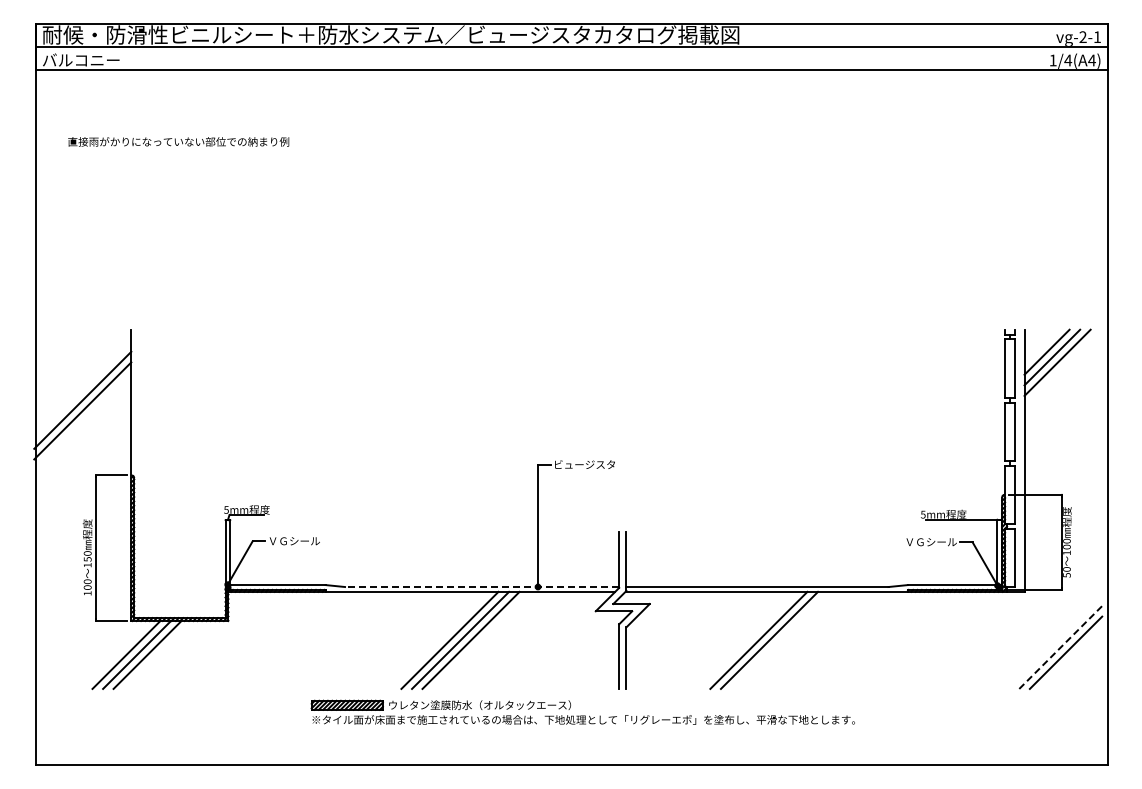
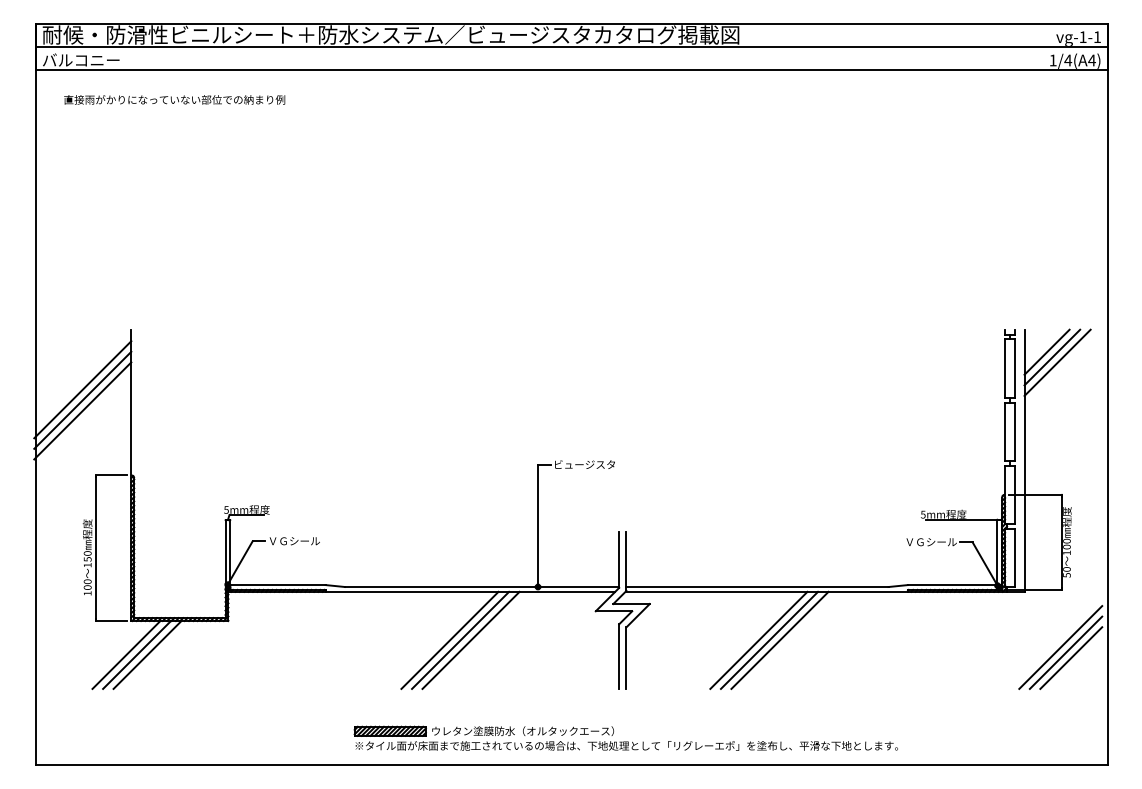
text at (1082, 36): vg-2-1 -> vg-1-1
text at (178, 141) position: (178, 141) -> (174, 99)
line at (82, 389): none -> present
line at (481, 587): dashed -> solid
line at (779, 639): none -> present
line at (1060, 647): dashed -> solid
line at (1071, 657): none -> present
part at (582, 711) position: (582, 711) -> (625, 737)
